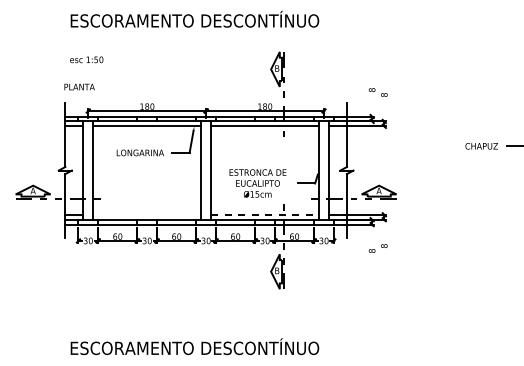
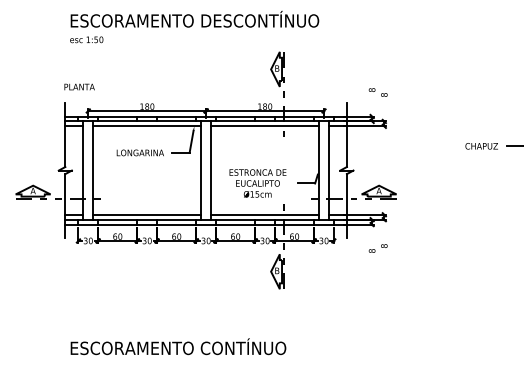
text at (86, 59) position: (86, 59) -> (86, 39)
line at (147, 214): none -> present
line at (265, 214): dashed -> solid
text at (259, 346): ESCORAMENTO DESCONTÍNUO -> ESCORAMENTO CONTÍNUO
